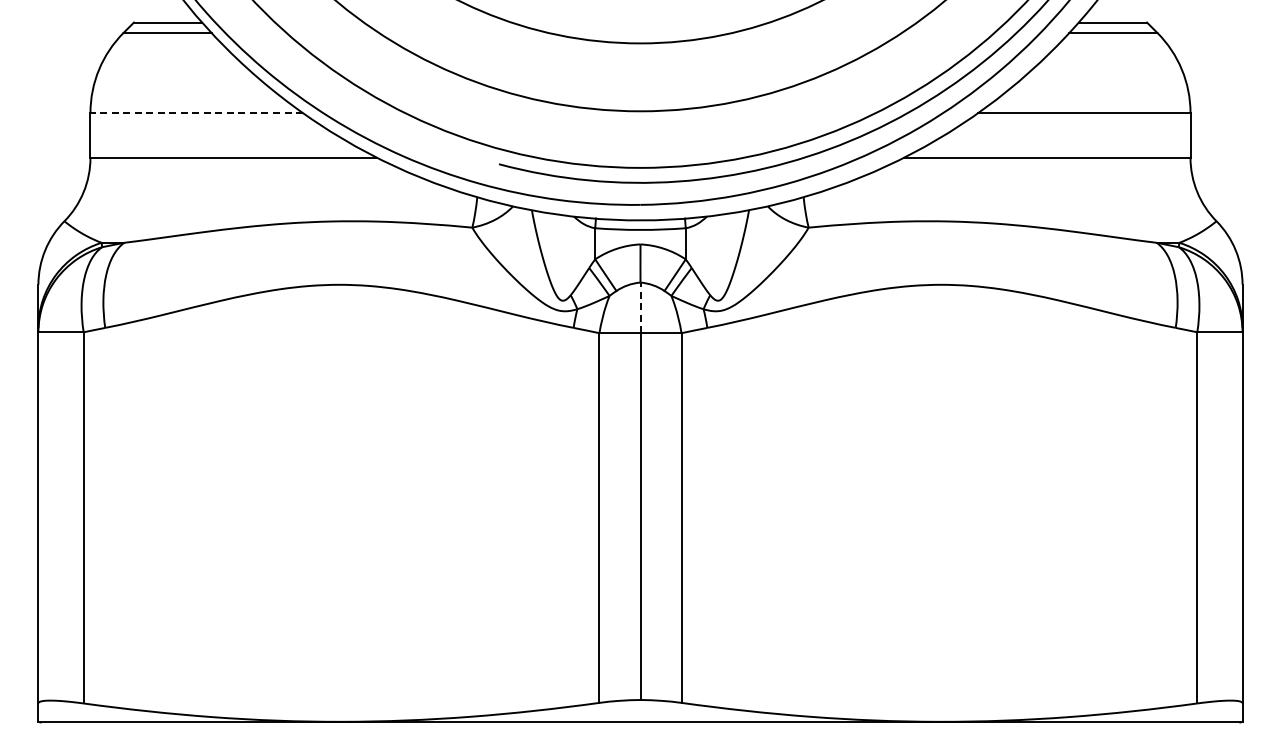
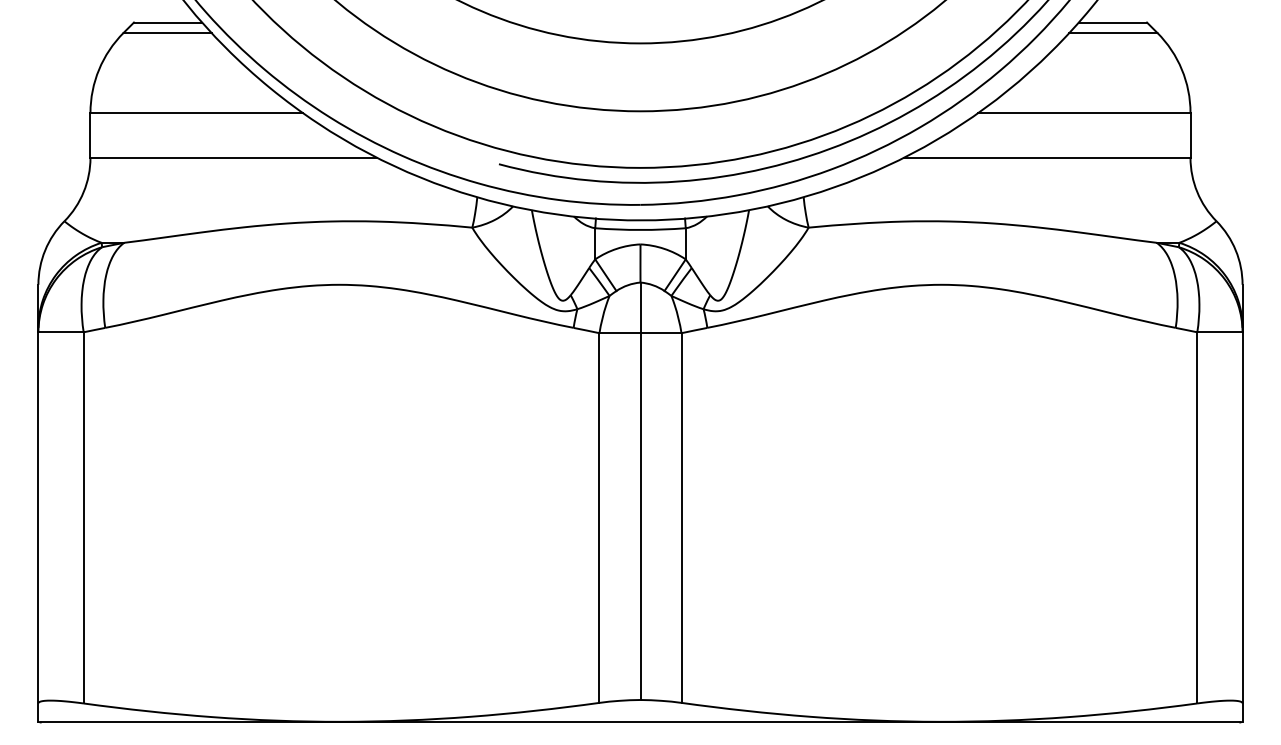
line at (196, 112): dashed -> solid
line at (640, 307): dashed -> solid
